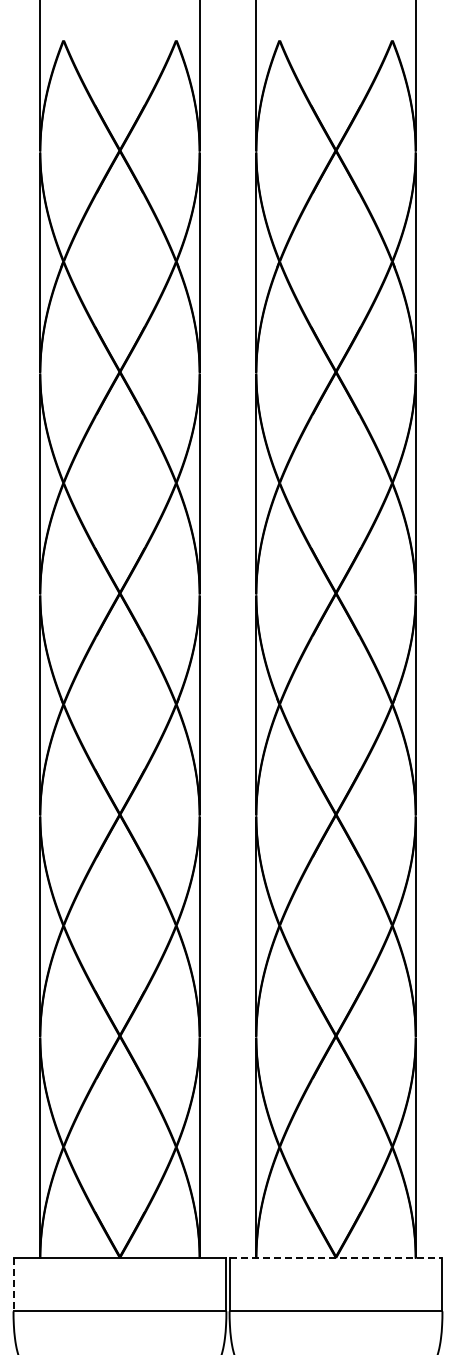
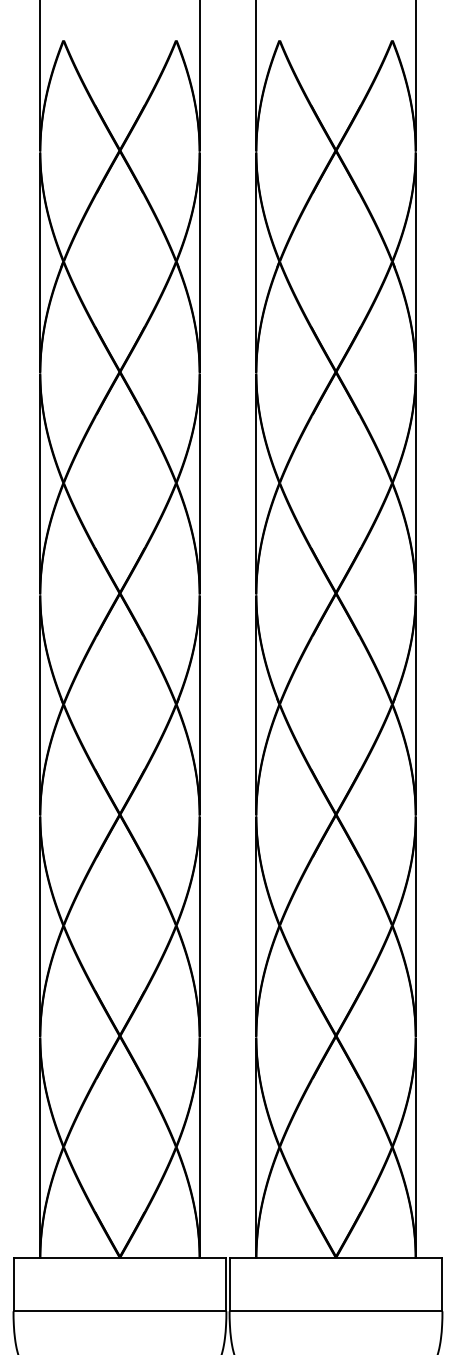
line at (336, 1258): dashed -> solid
line at (13, 1284): dashed -> solid
